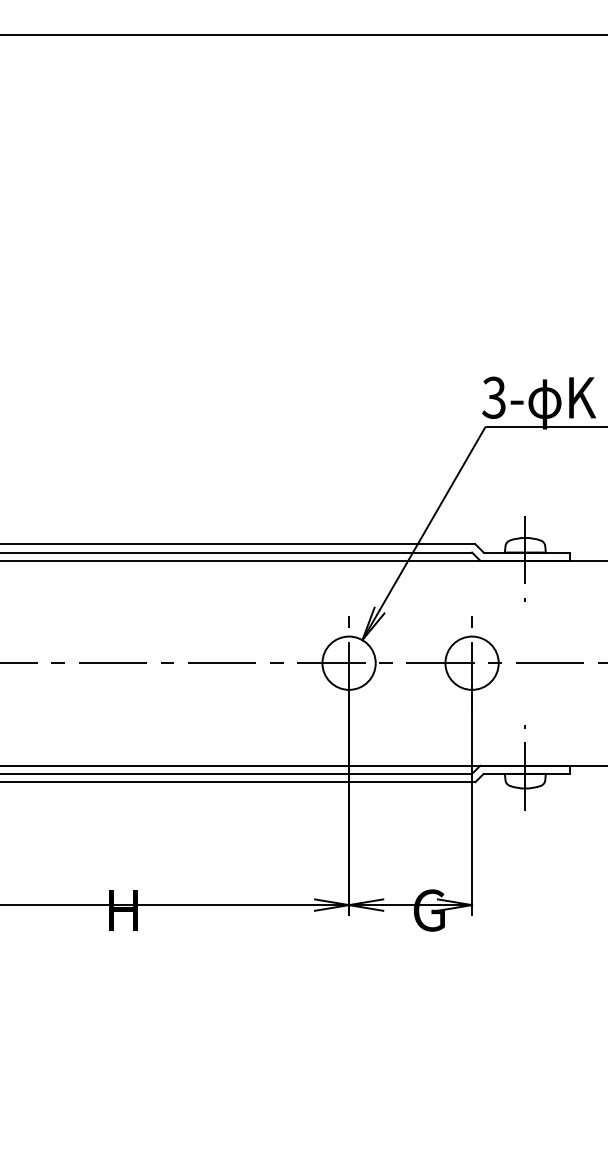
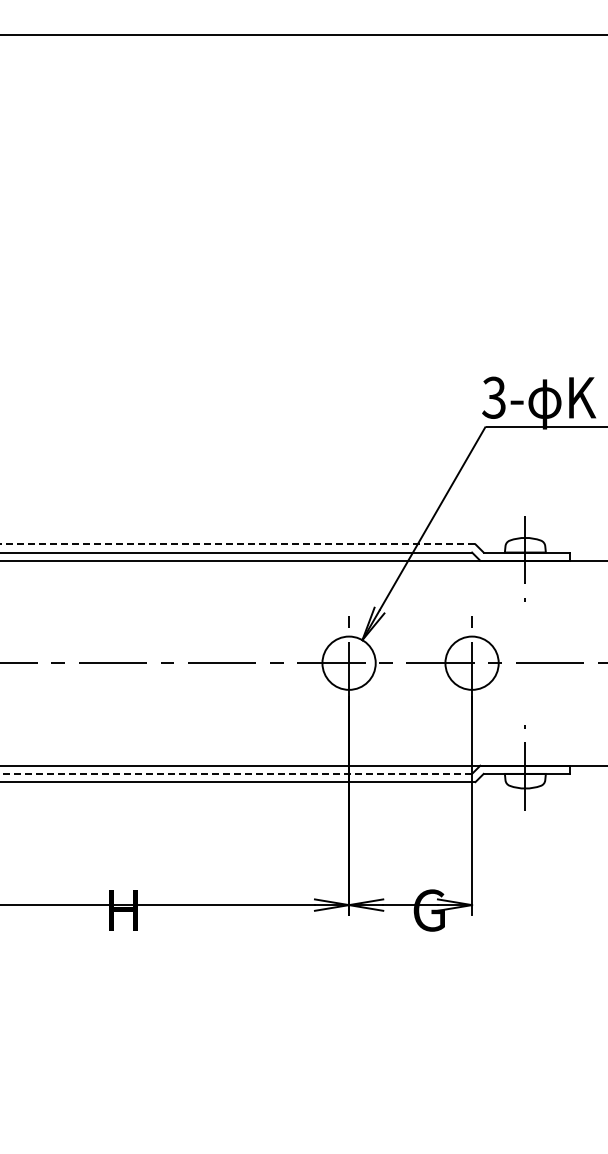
line at (237, 544): solid -> dashed
line at (236, 773): solid -> dashed
